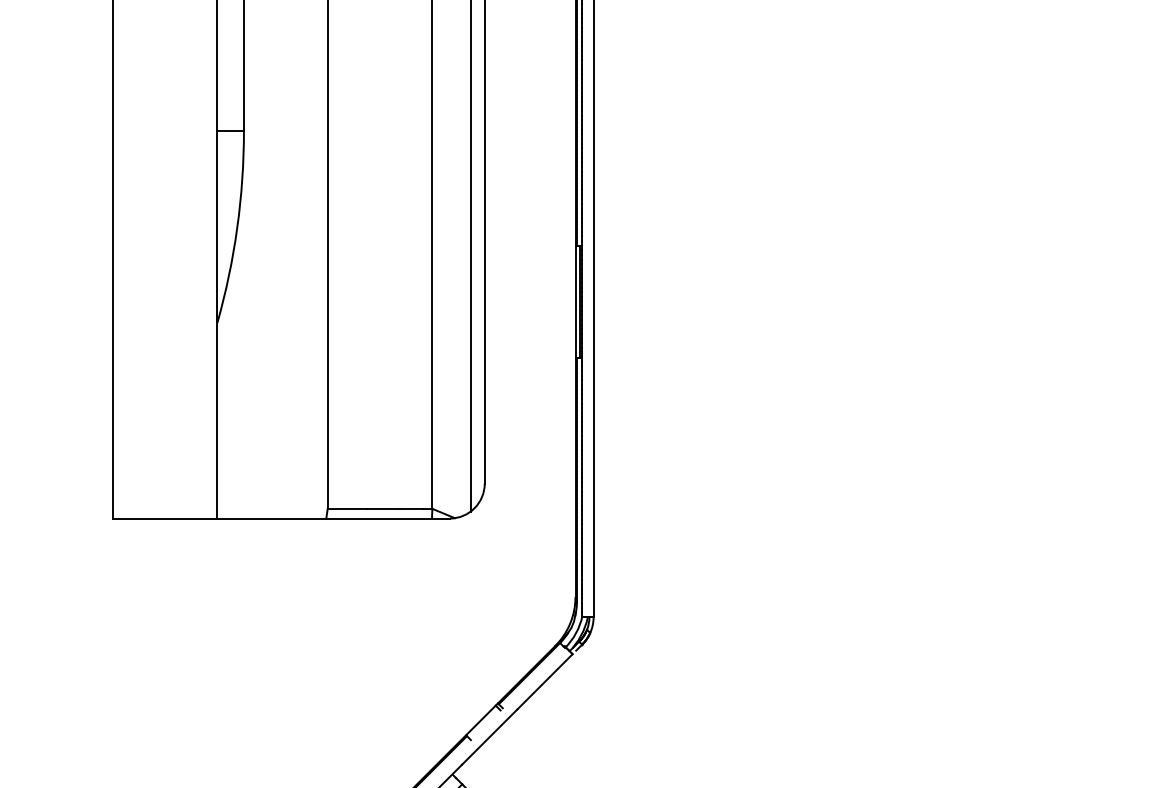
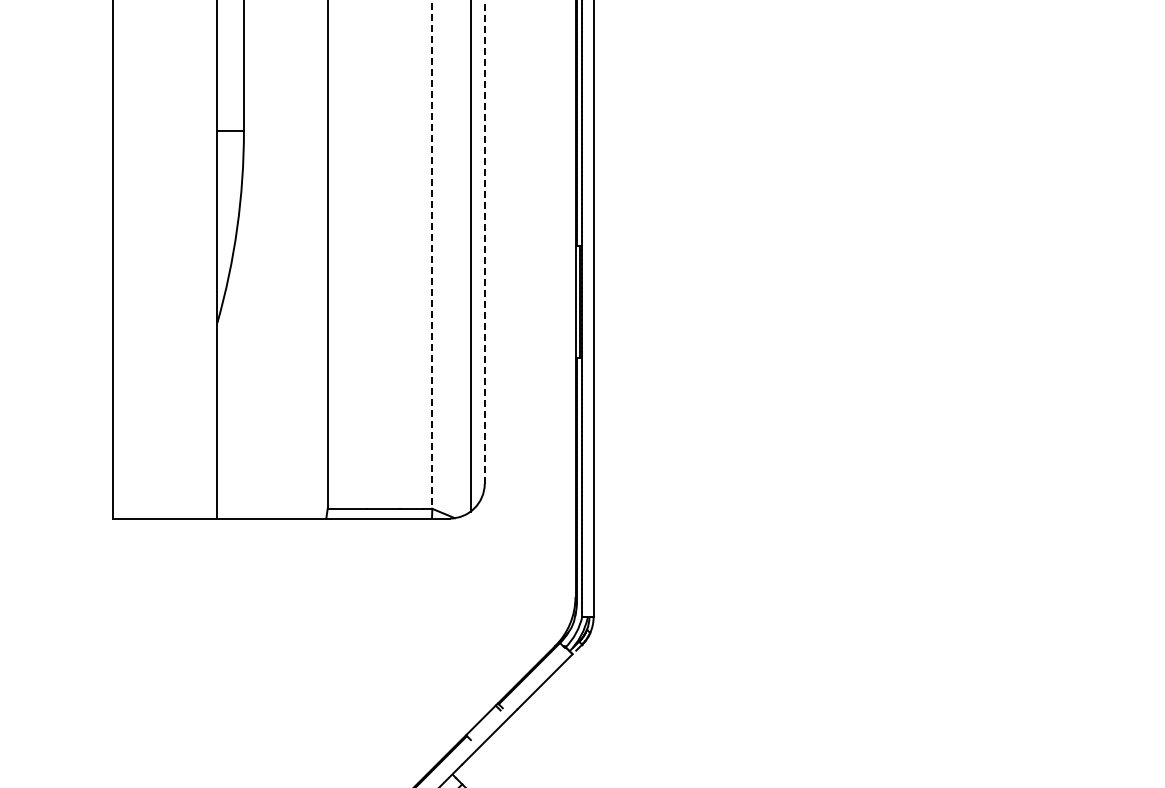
line at (484, 241): solid -> dashed
line at (432, 254): solid -> dashed
